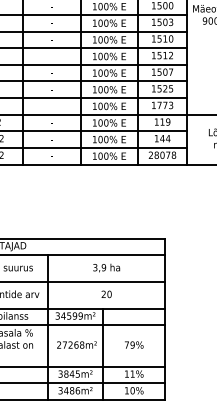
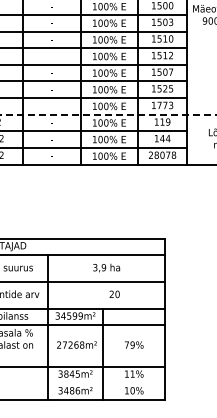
line at (108, 114): solid -> dashed
text at (106, 294) position: (106, 294) -> (114, 294)
line at (83, 383): present -> none
